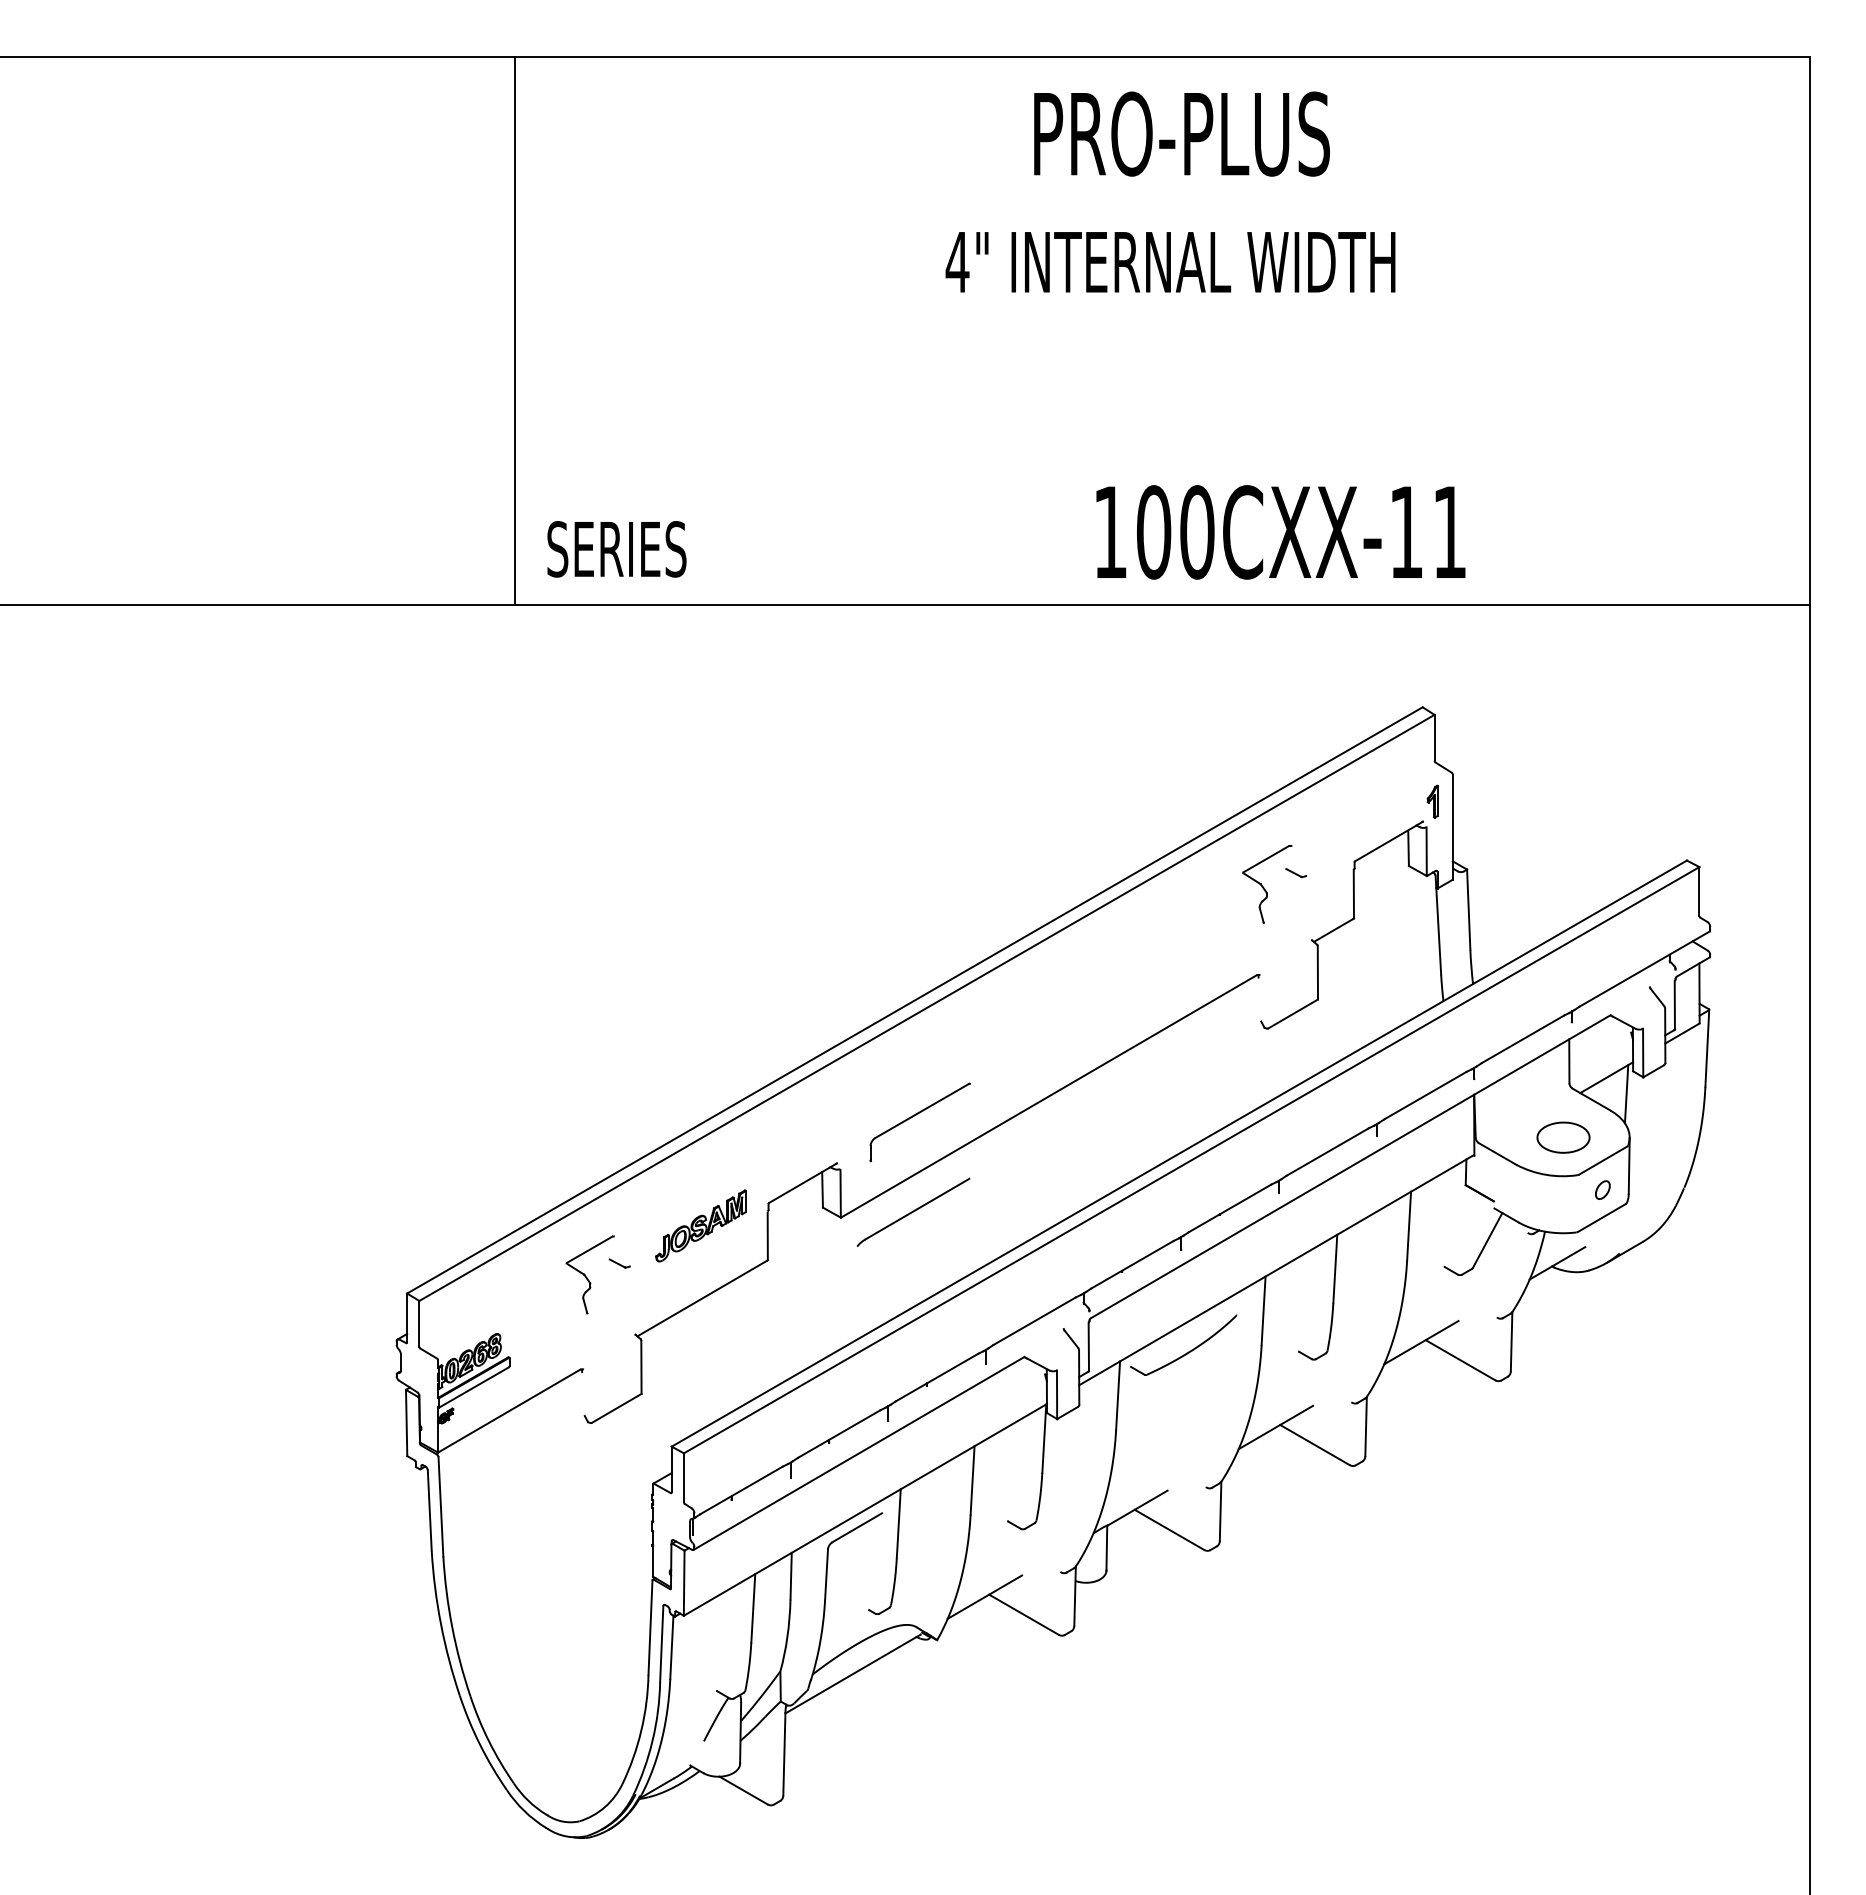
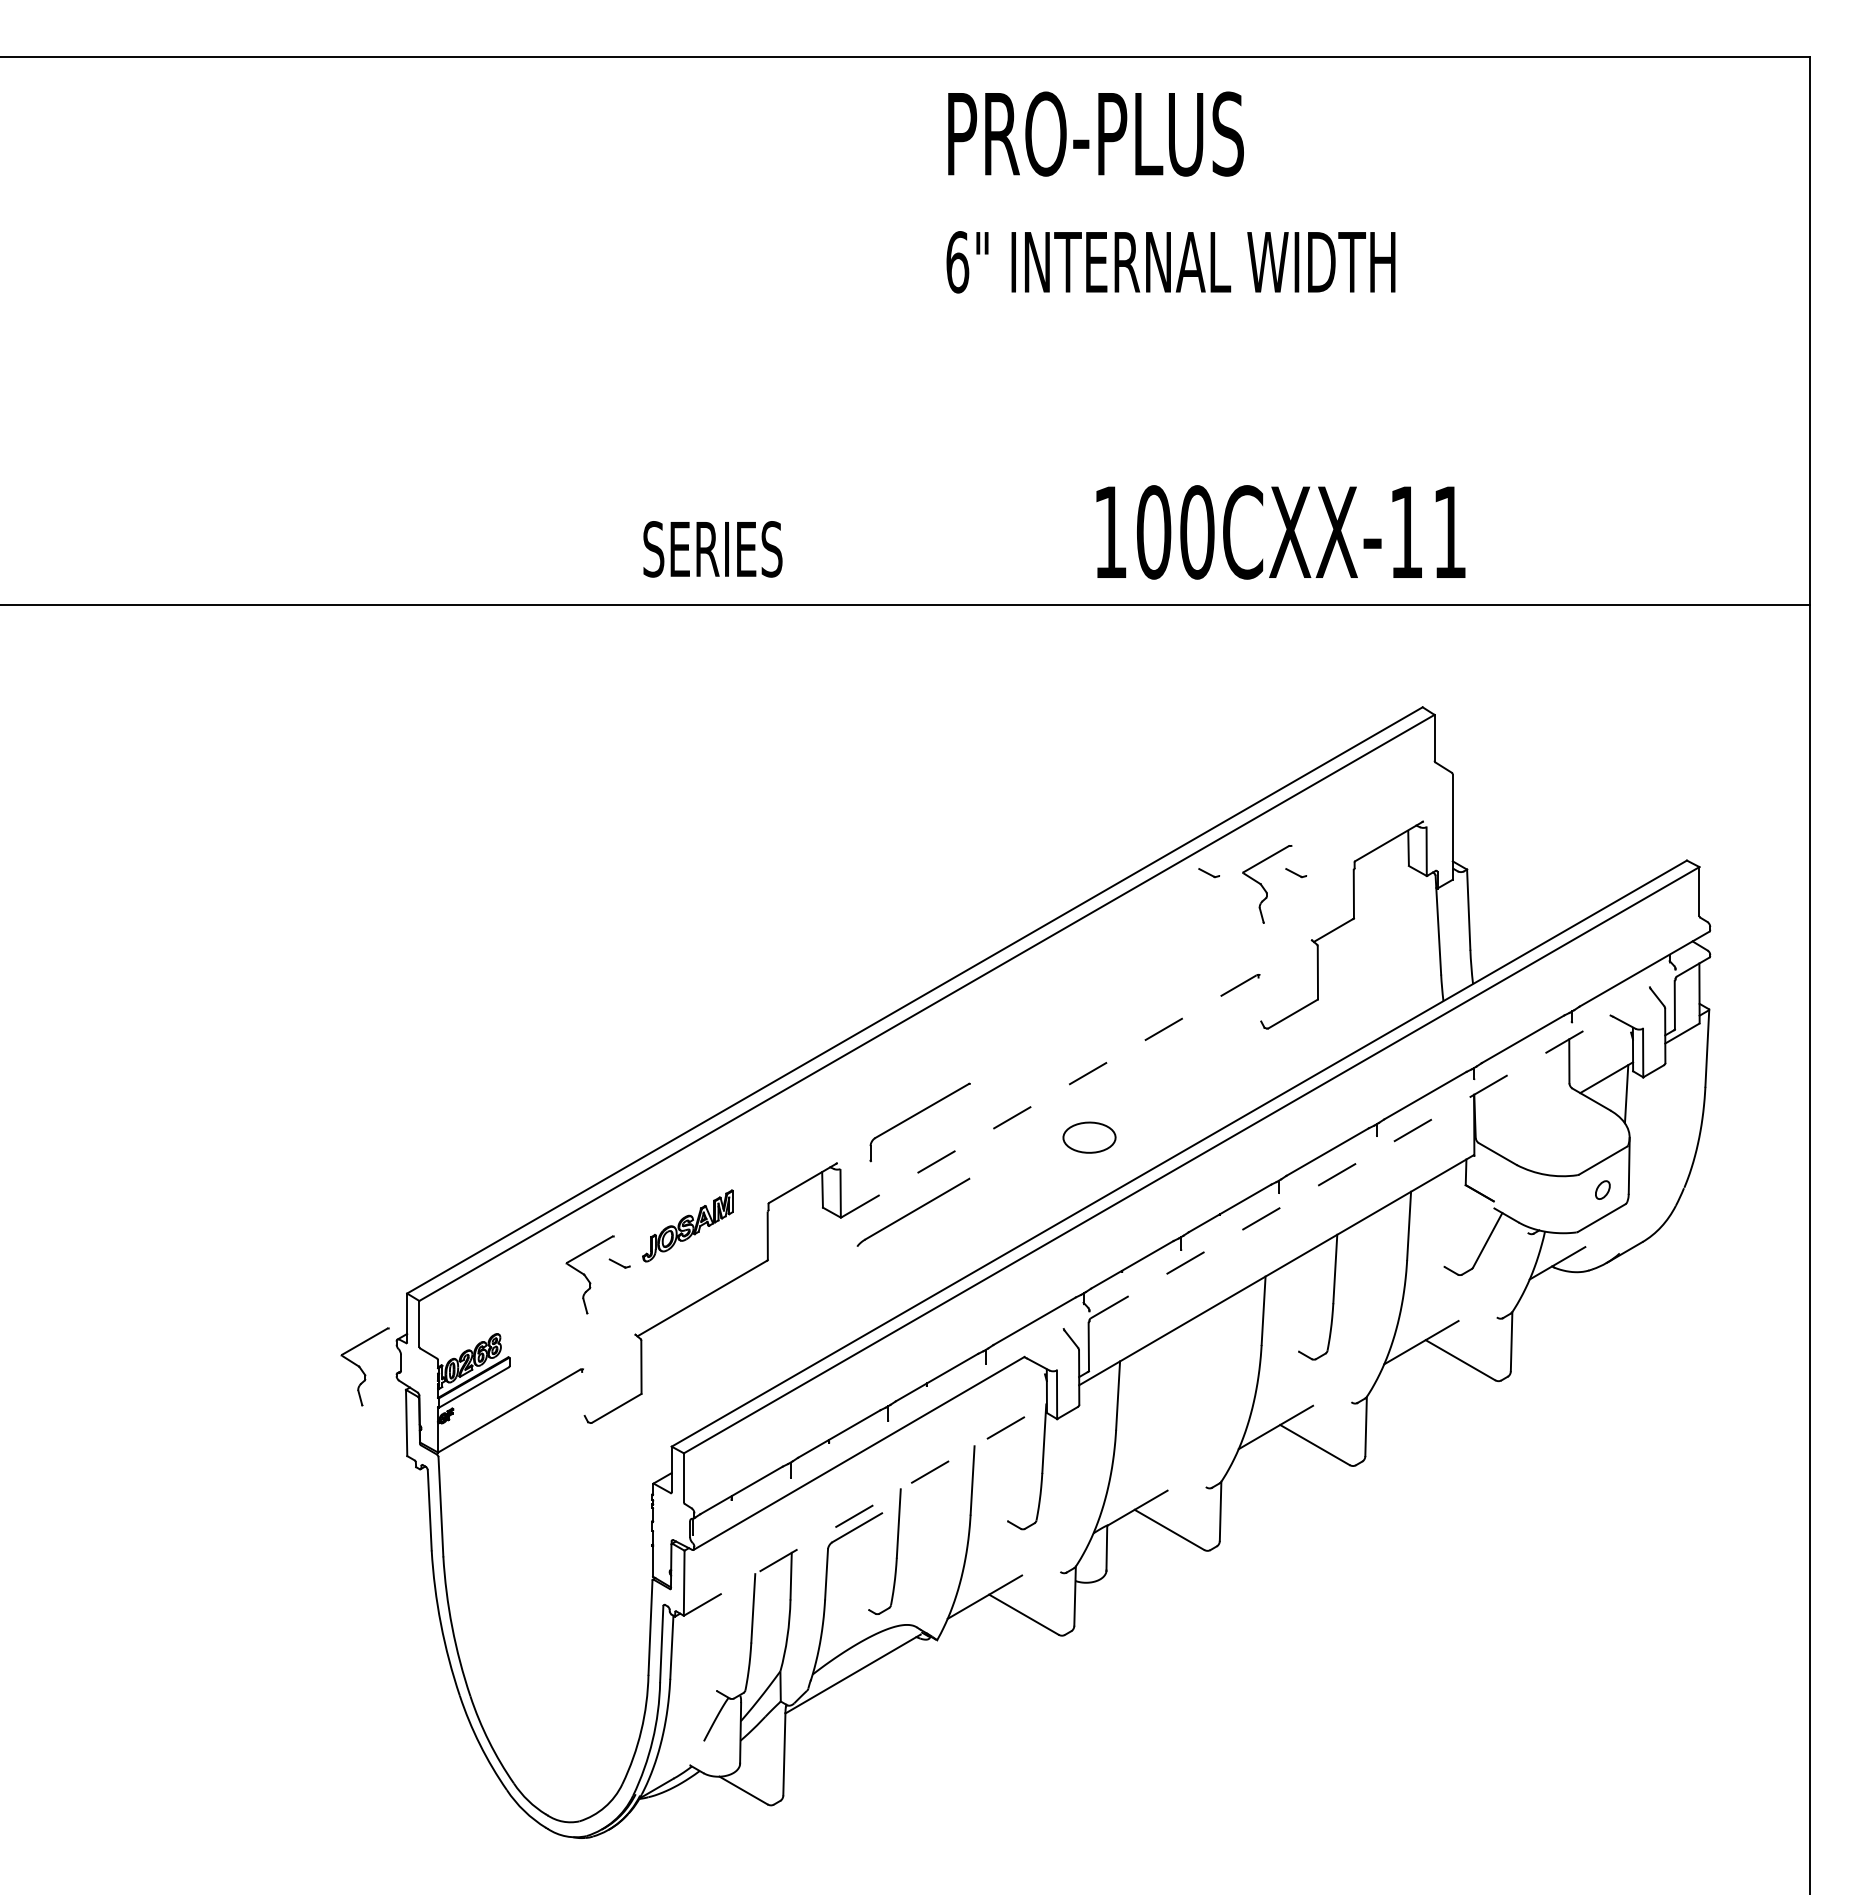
text at (1181, 133) position: (1181, 133) -> (1095, 133)
text at (957, 262): 4" -> 6"
line at (514, 330): present -> none
text at (616, 549) position: (616, 549) -> (712, 549)
part at (1432, 801): present -> none
part at (1209, 873): none -> present
line at (1049, 1096): solid -> dashed
part at (1563, 1137) position: (1563, 1137) -> (1089, 1137)
line at (1350, 1166): solid -> dashed
part at (700, 1225) position: (700, 1225) -> (687, 1225)
part at (1186, 1352): present -> none
part at (364, 1366): none -> present
line at (865, 1509): solid -> dashed
